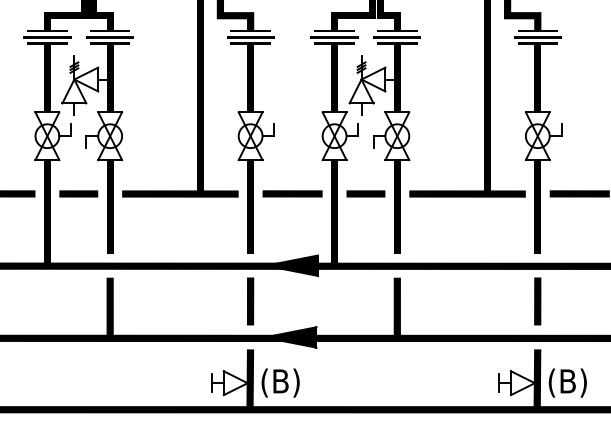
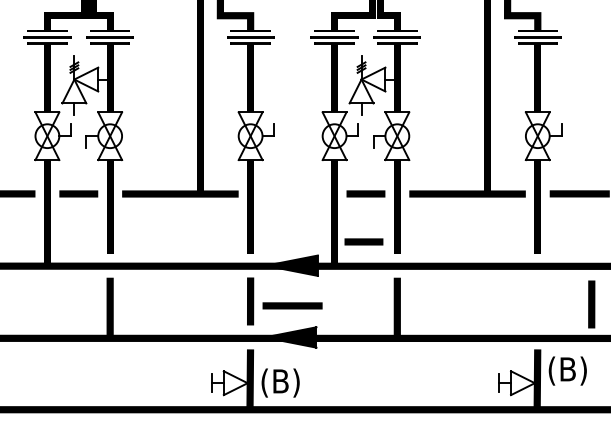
line at (292, 193) position: (292, 193) -> (292, 305)
line at (363, 241): none -> present
line at (537, 301) position: (537, 301) -> (591, 304)
text at (567, 382) position: (567, 382) -> (567, 370)
